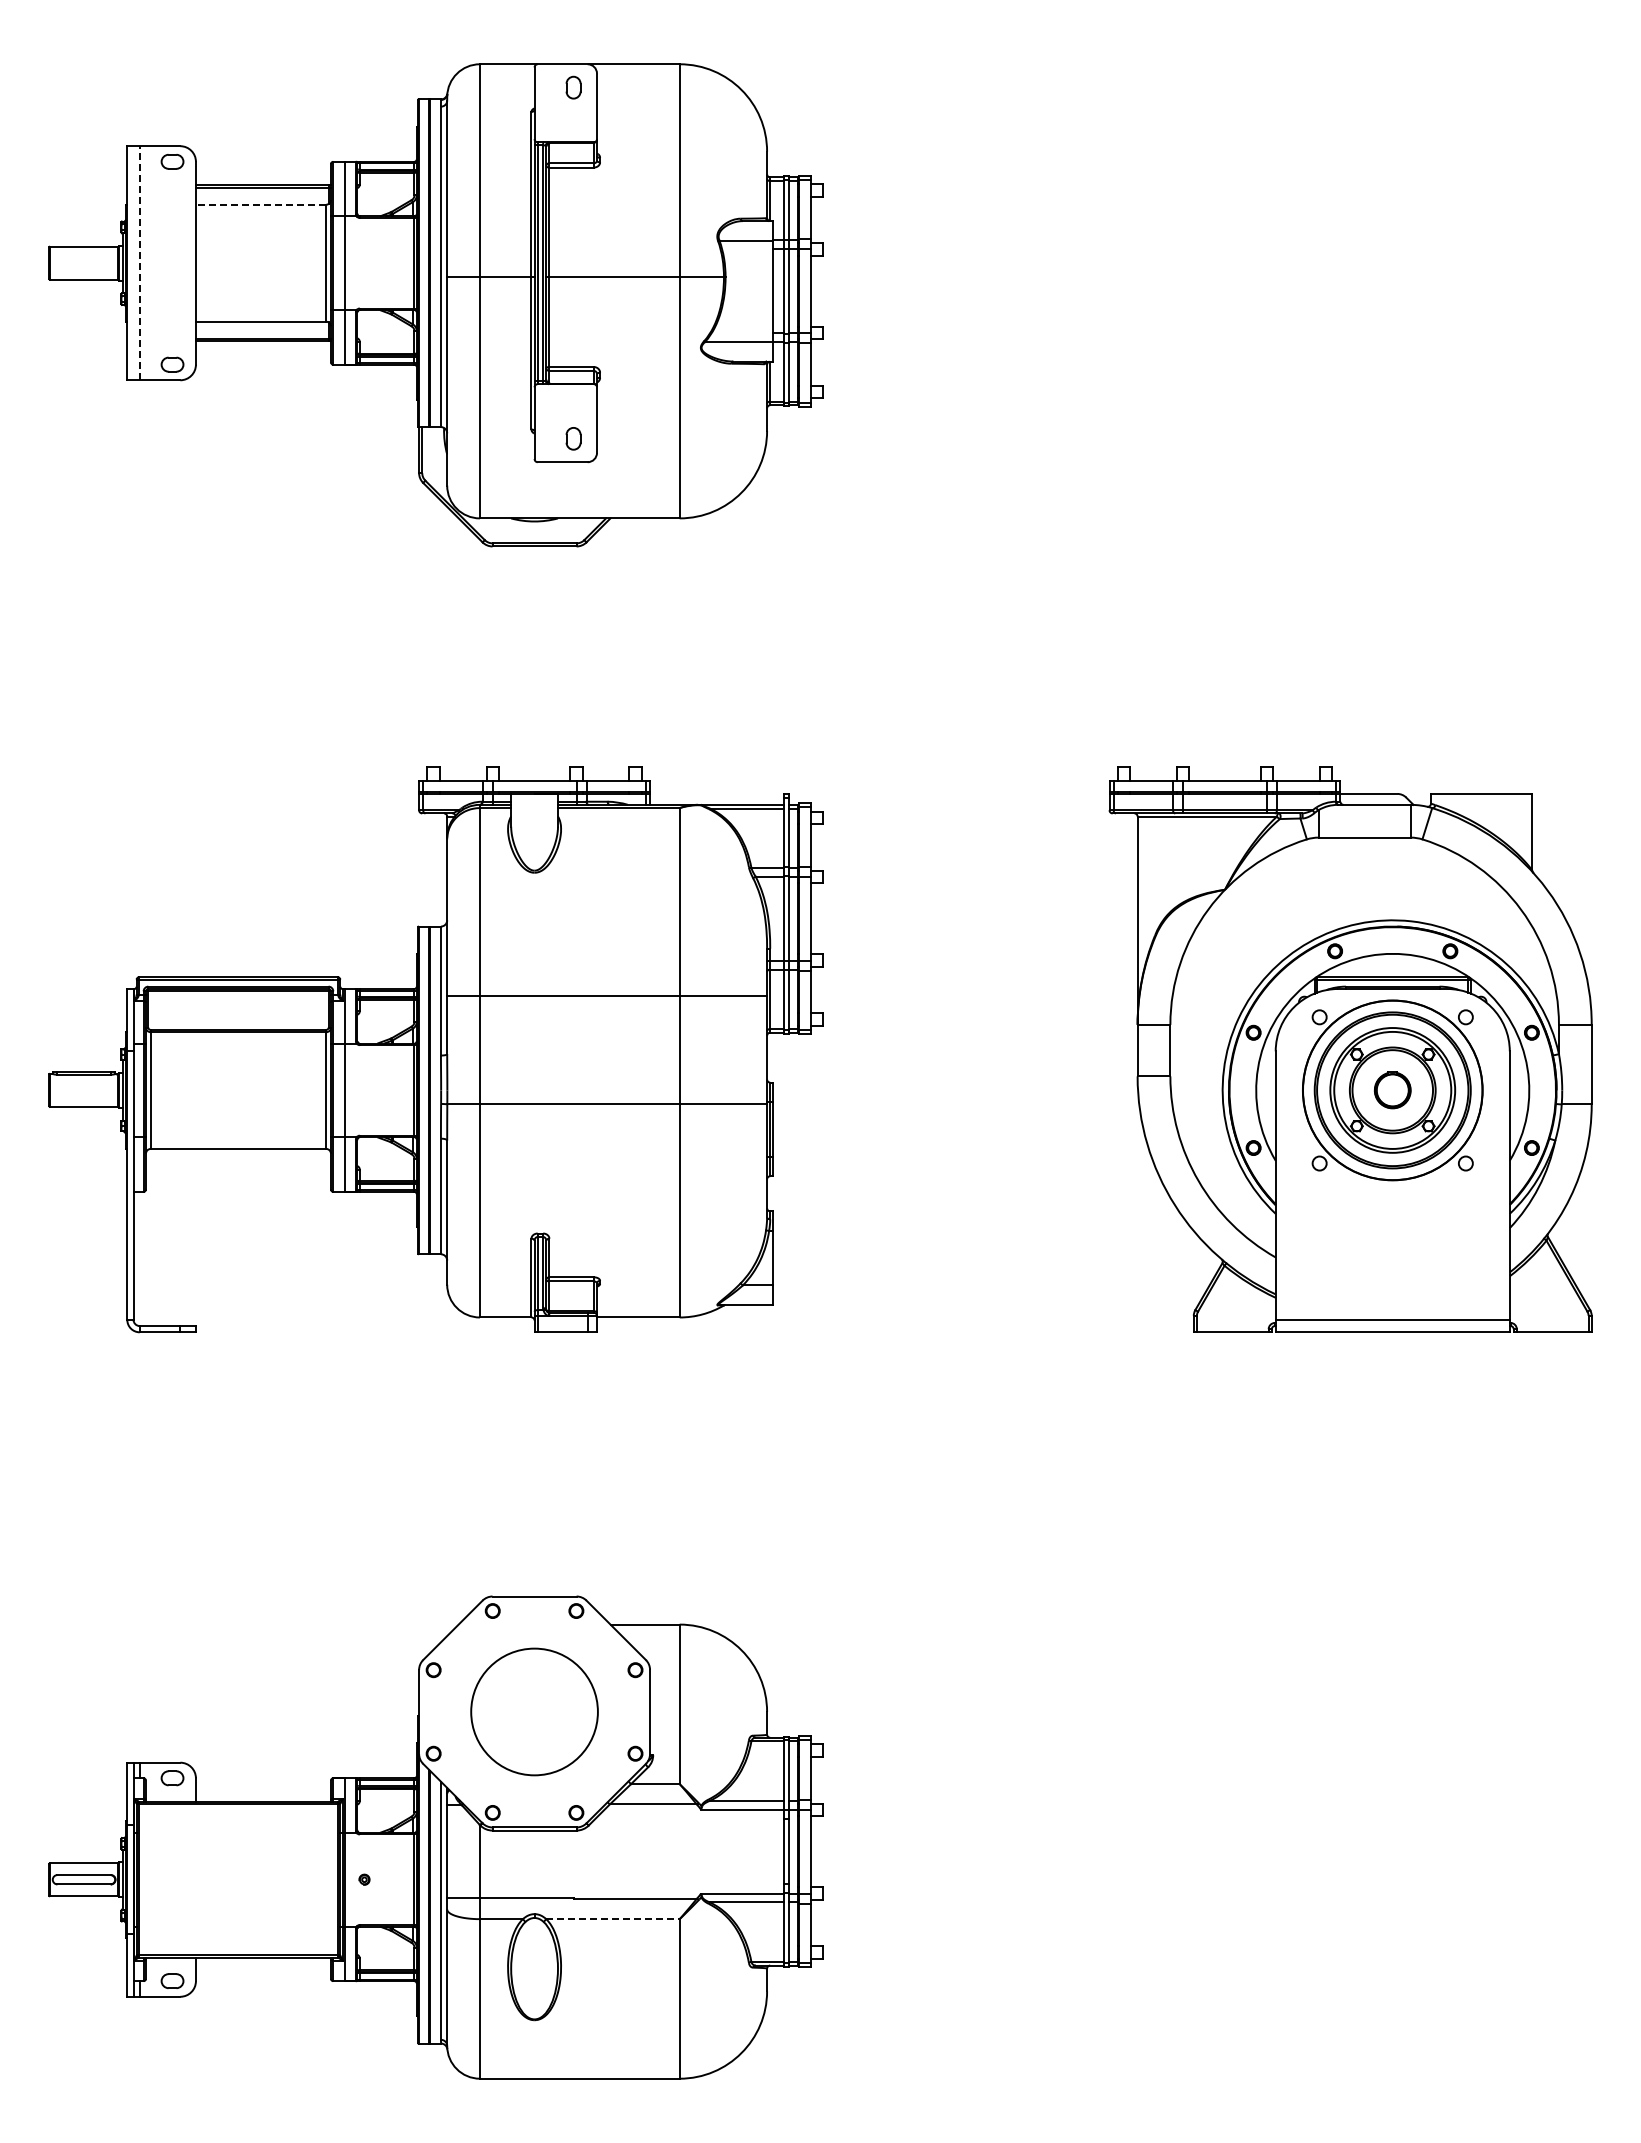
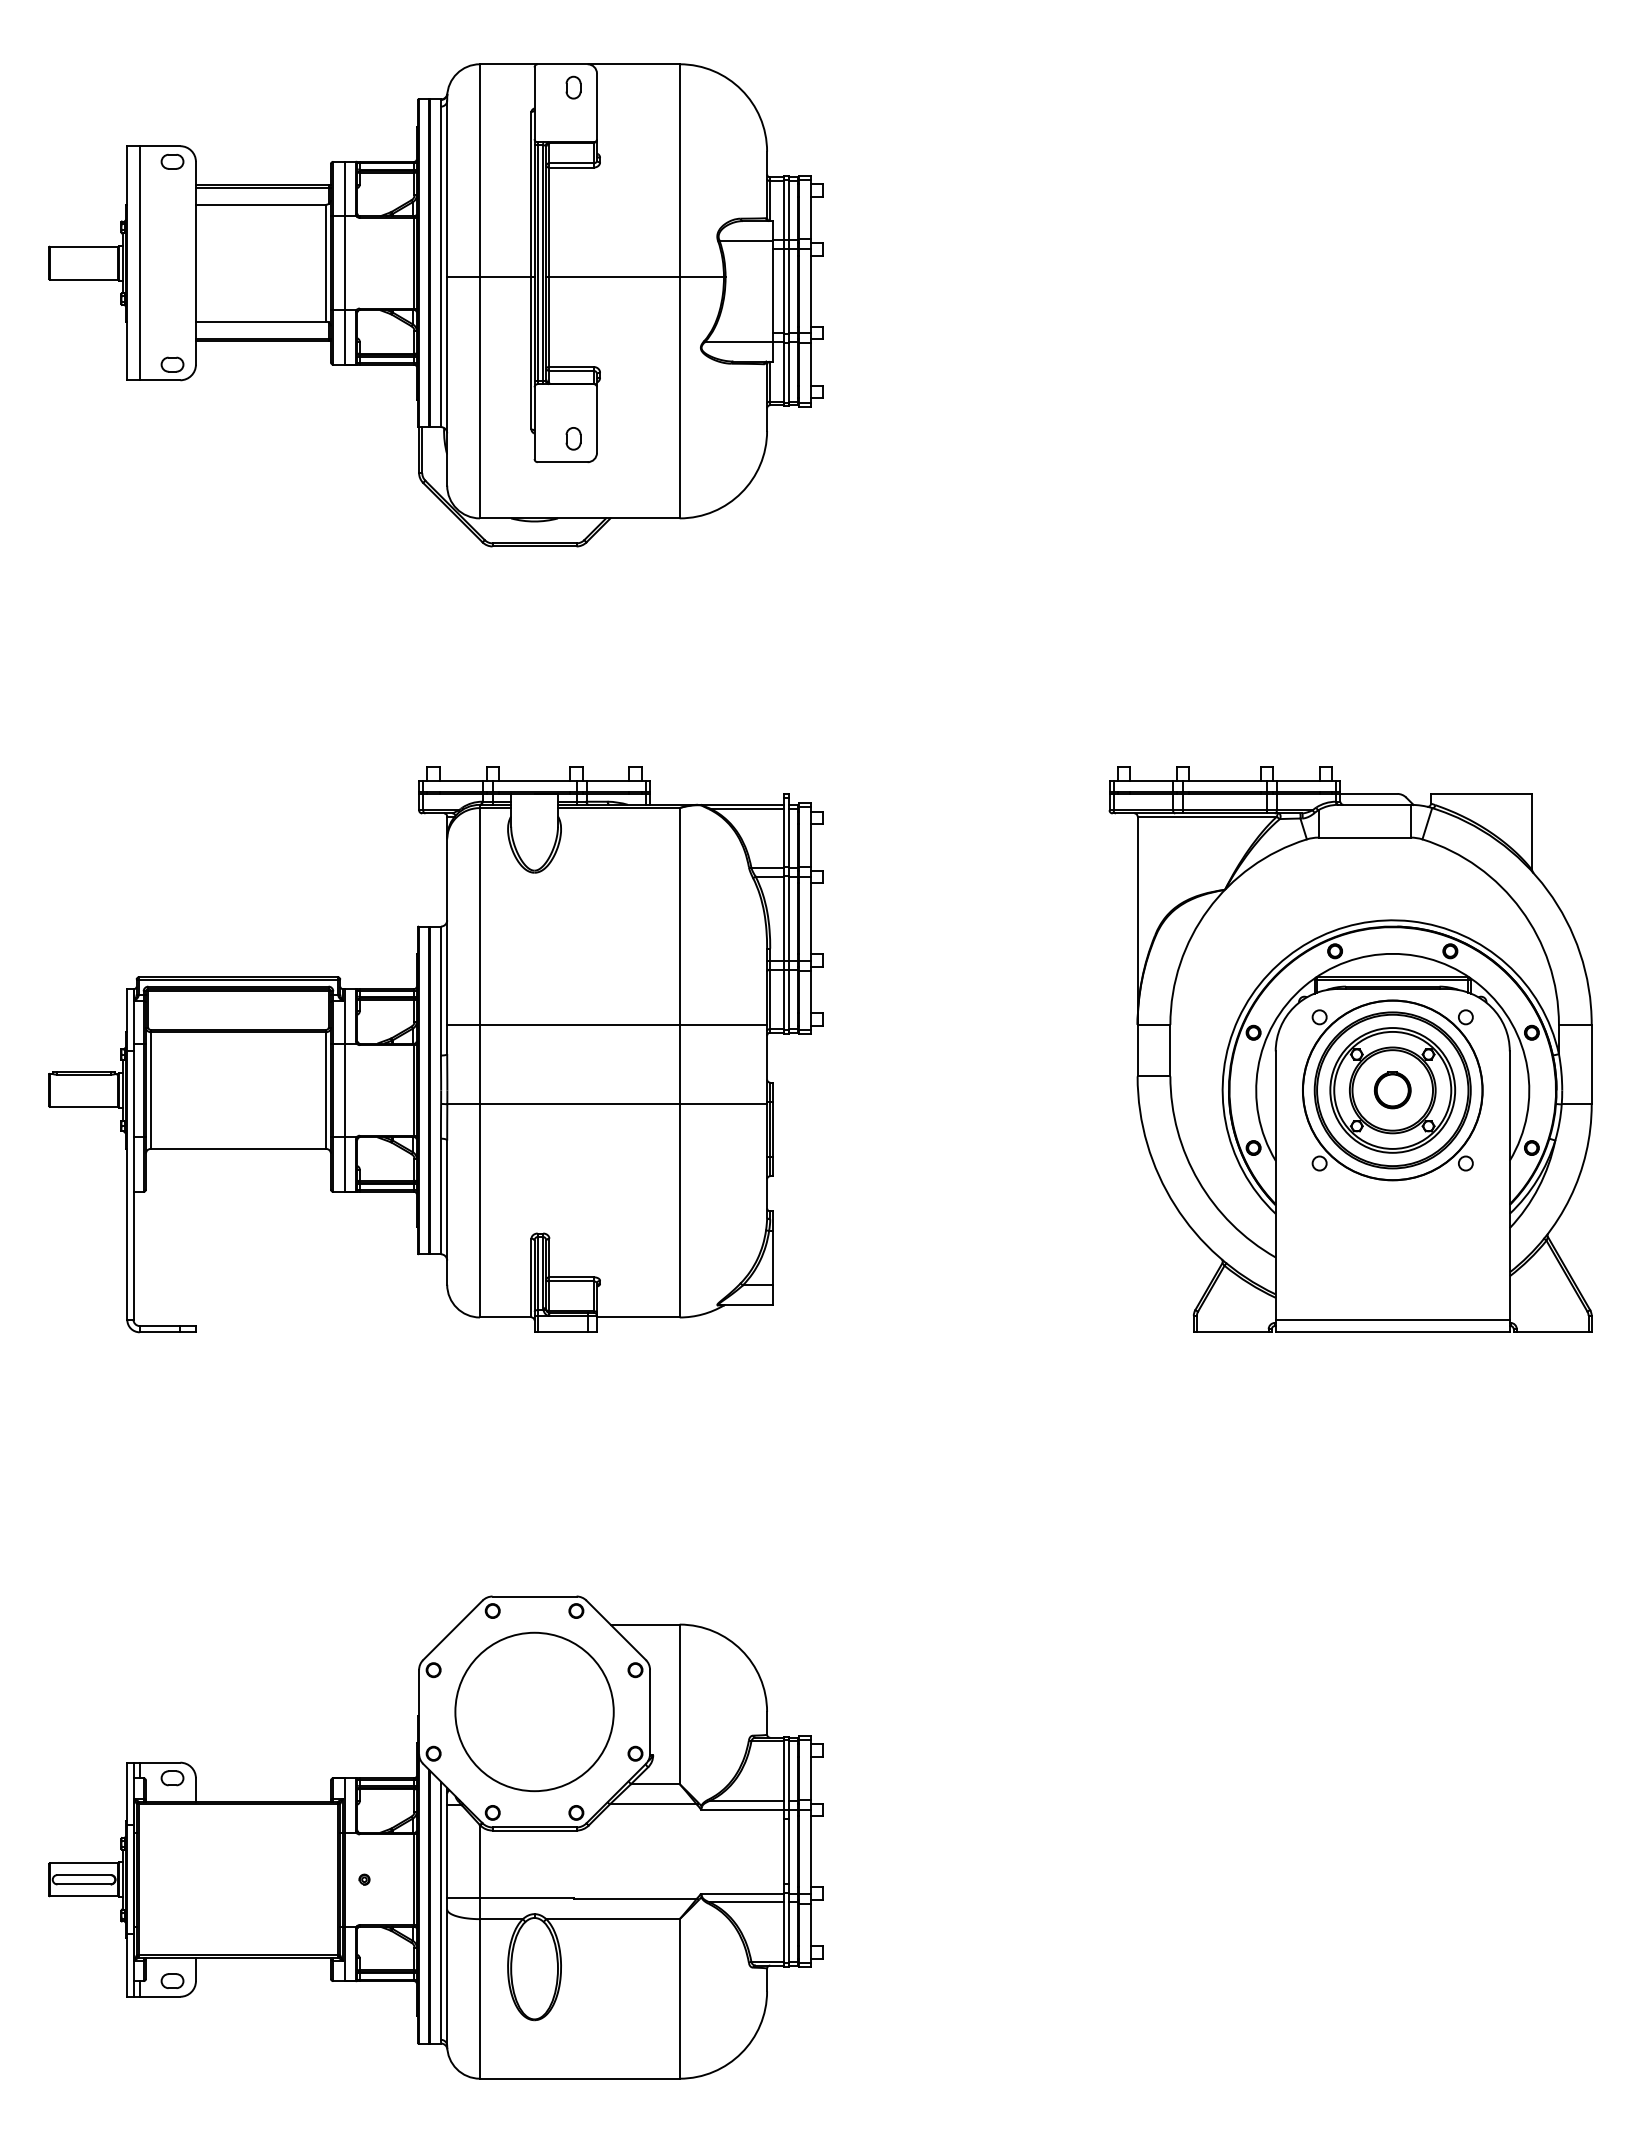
line at (260, 204): dashed -> solid
line at (139, 262): dashed -> solid
line at (607, 995) position: (607, 995) -> (607, 1024)
circle at (534, 1711) size: 129x130 px -> 161x162 px
line at (612, 1919): dashed -> solid
